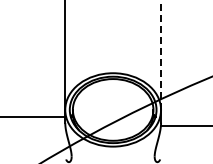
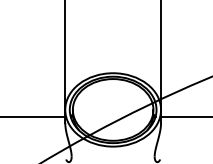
line at (161, 55): dashed -> solid
line at (185, 126) position: (185, 126) -> (185, 117)
